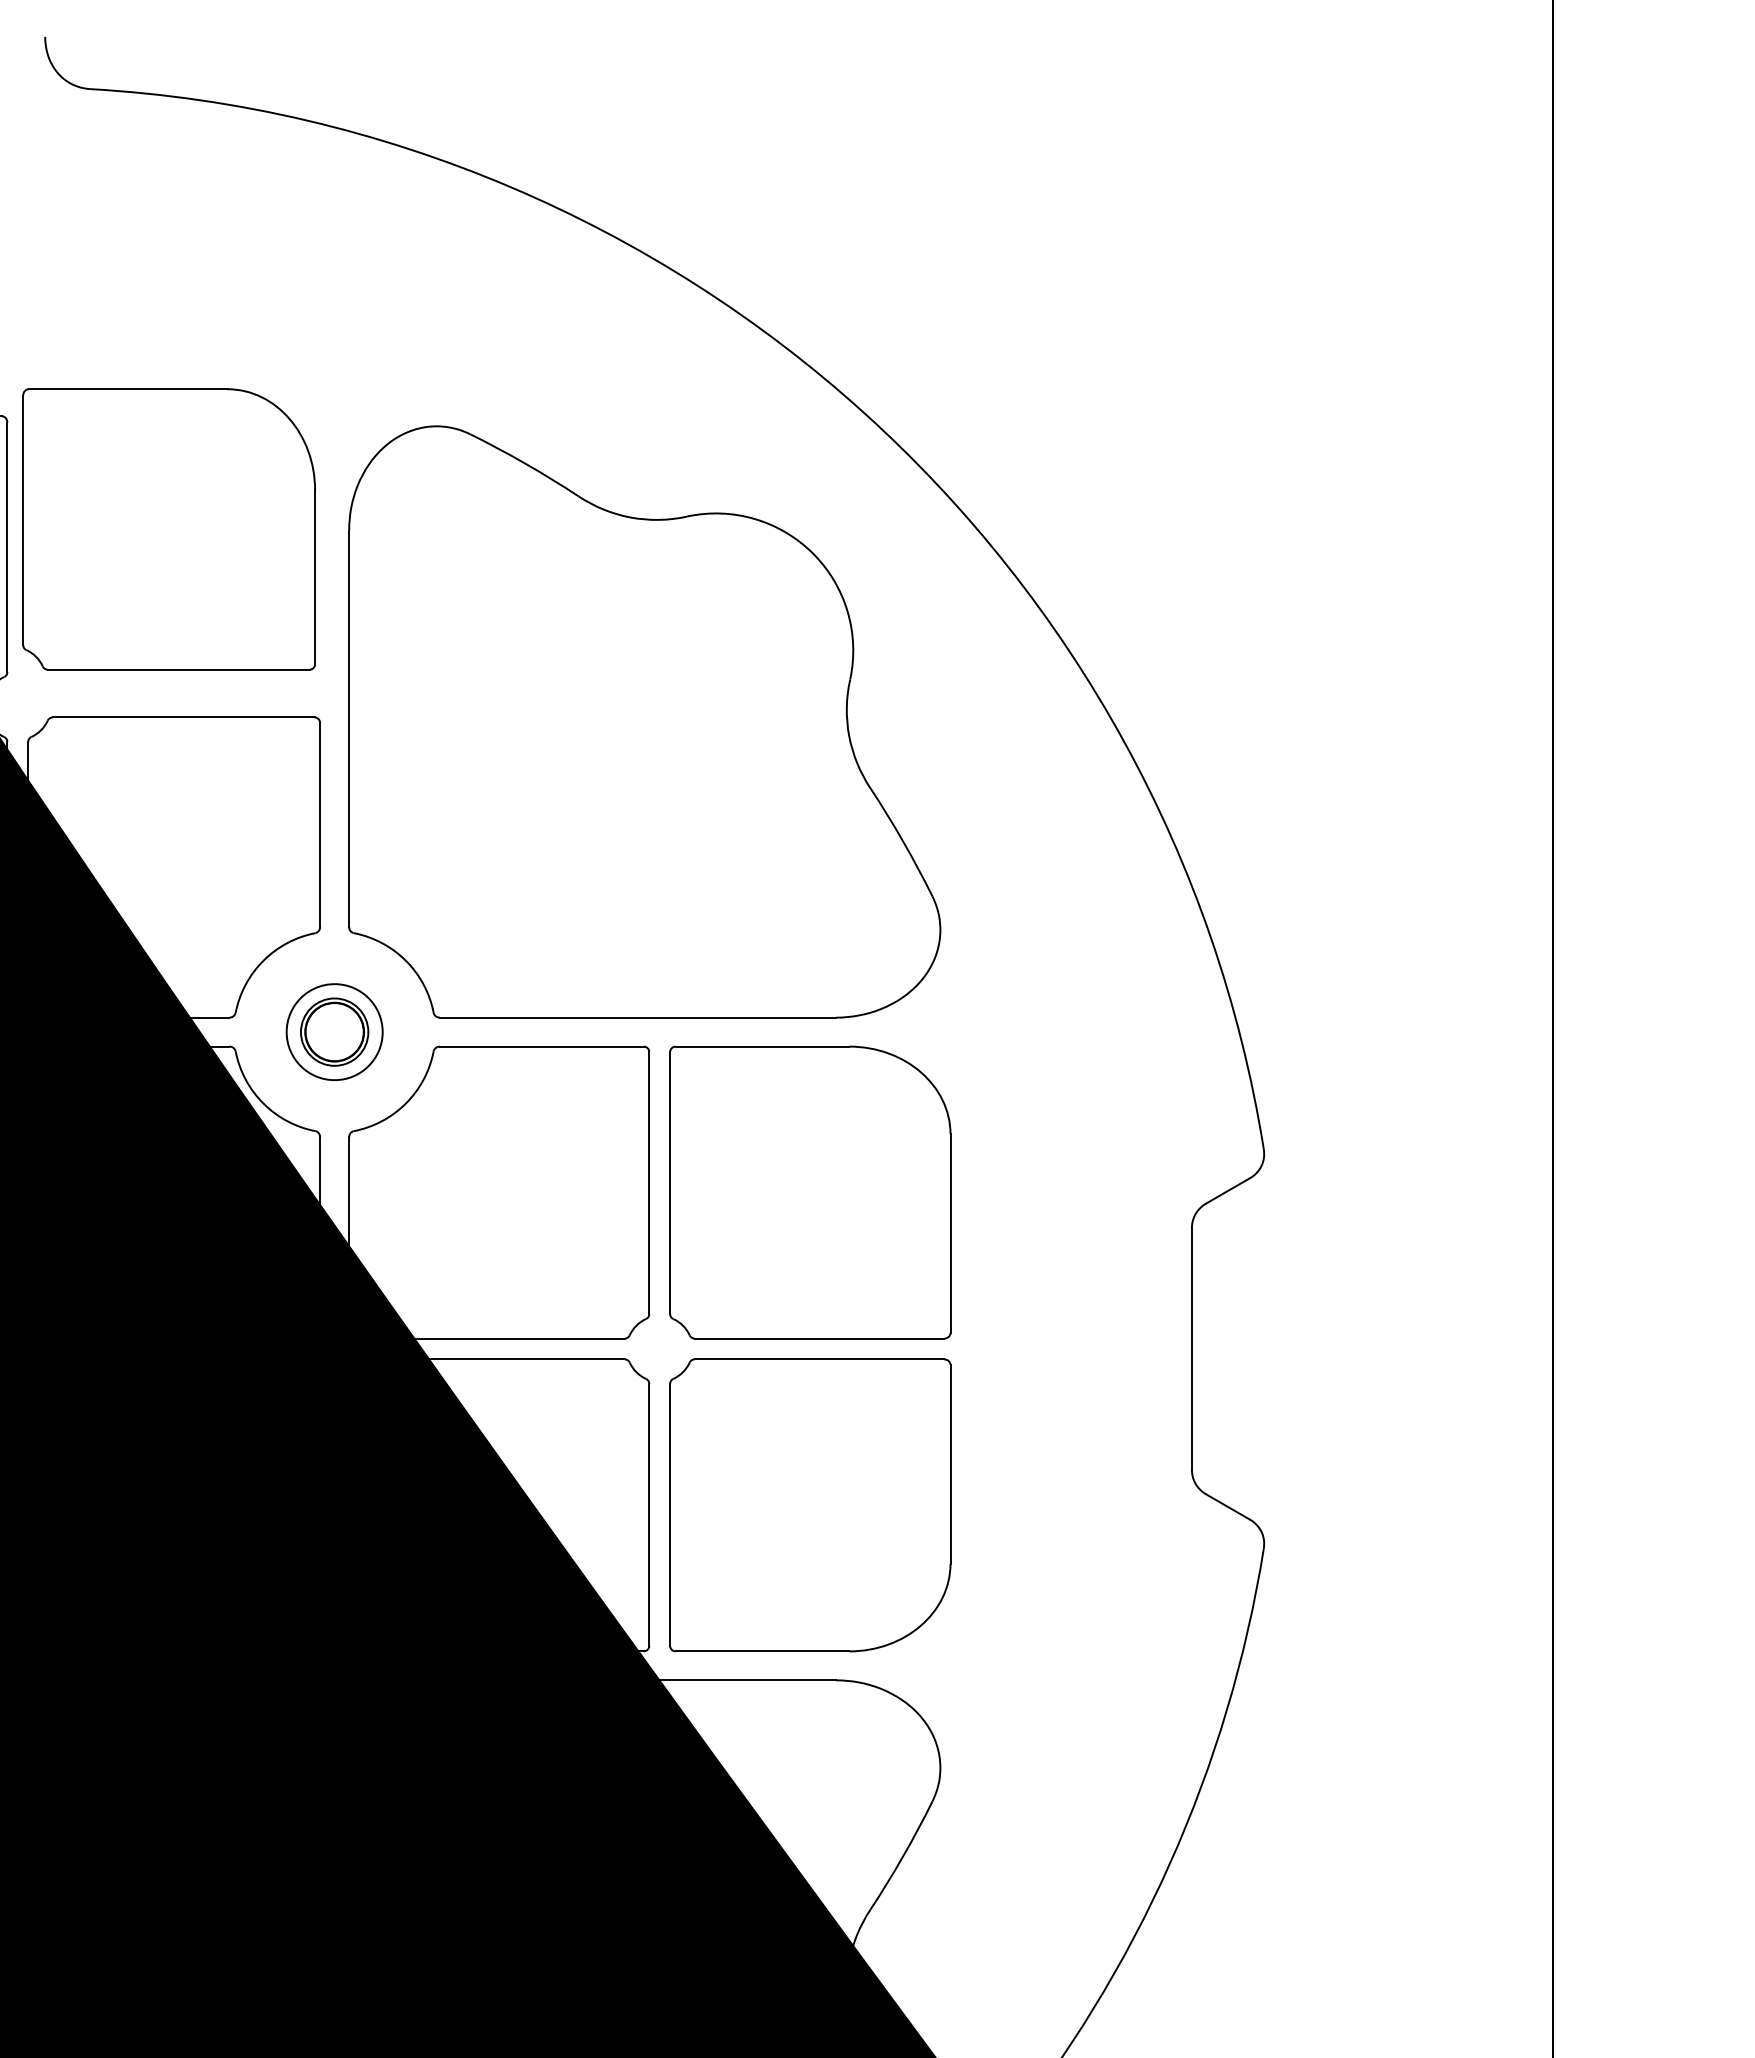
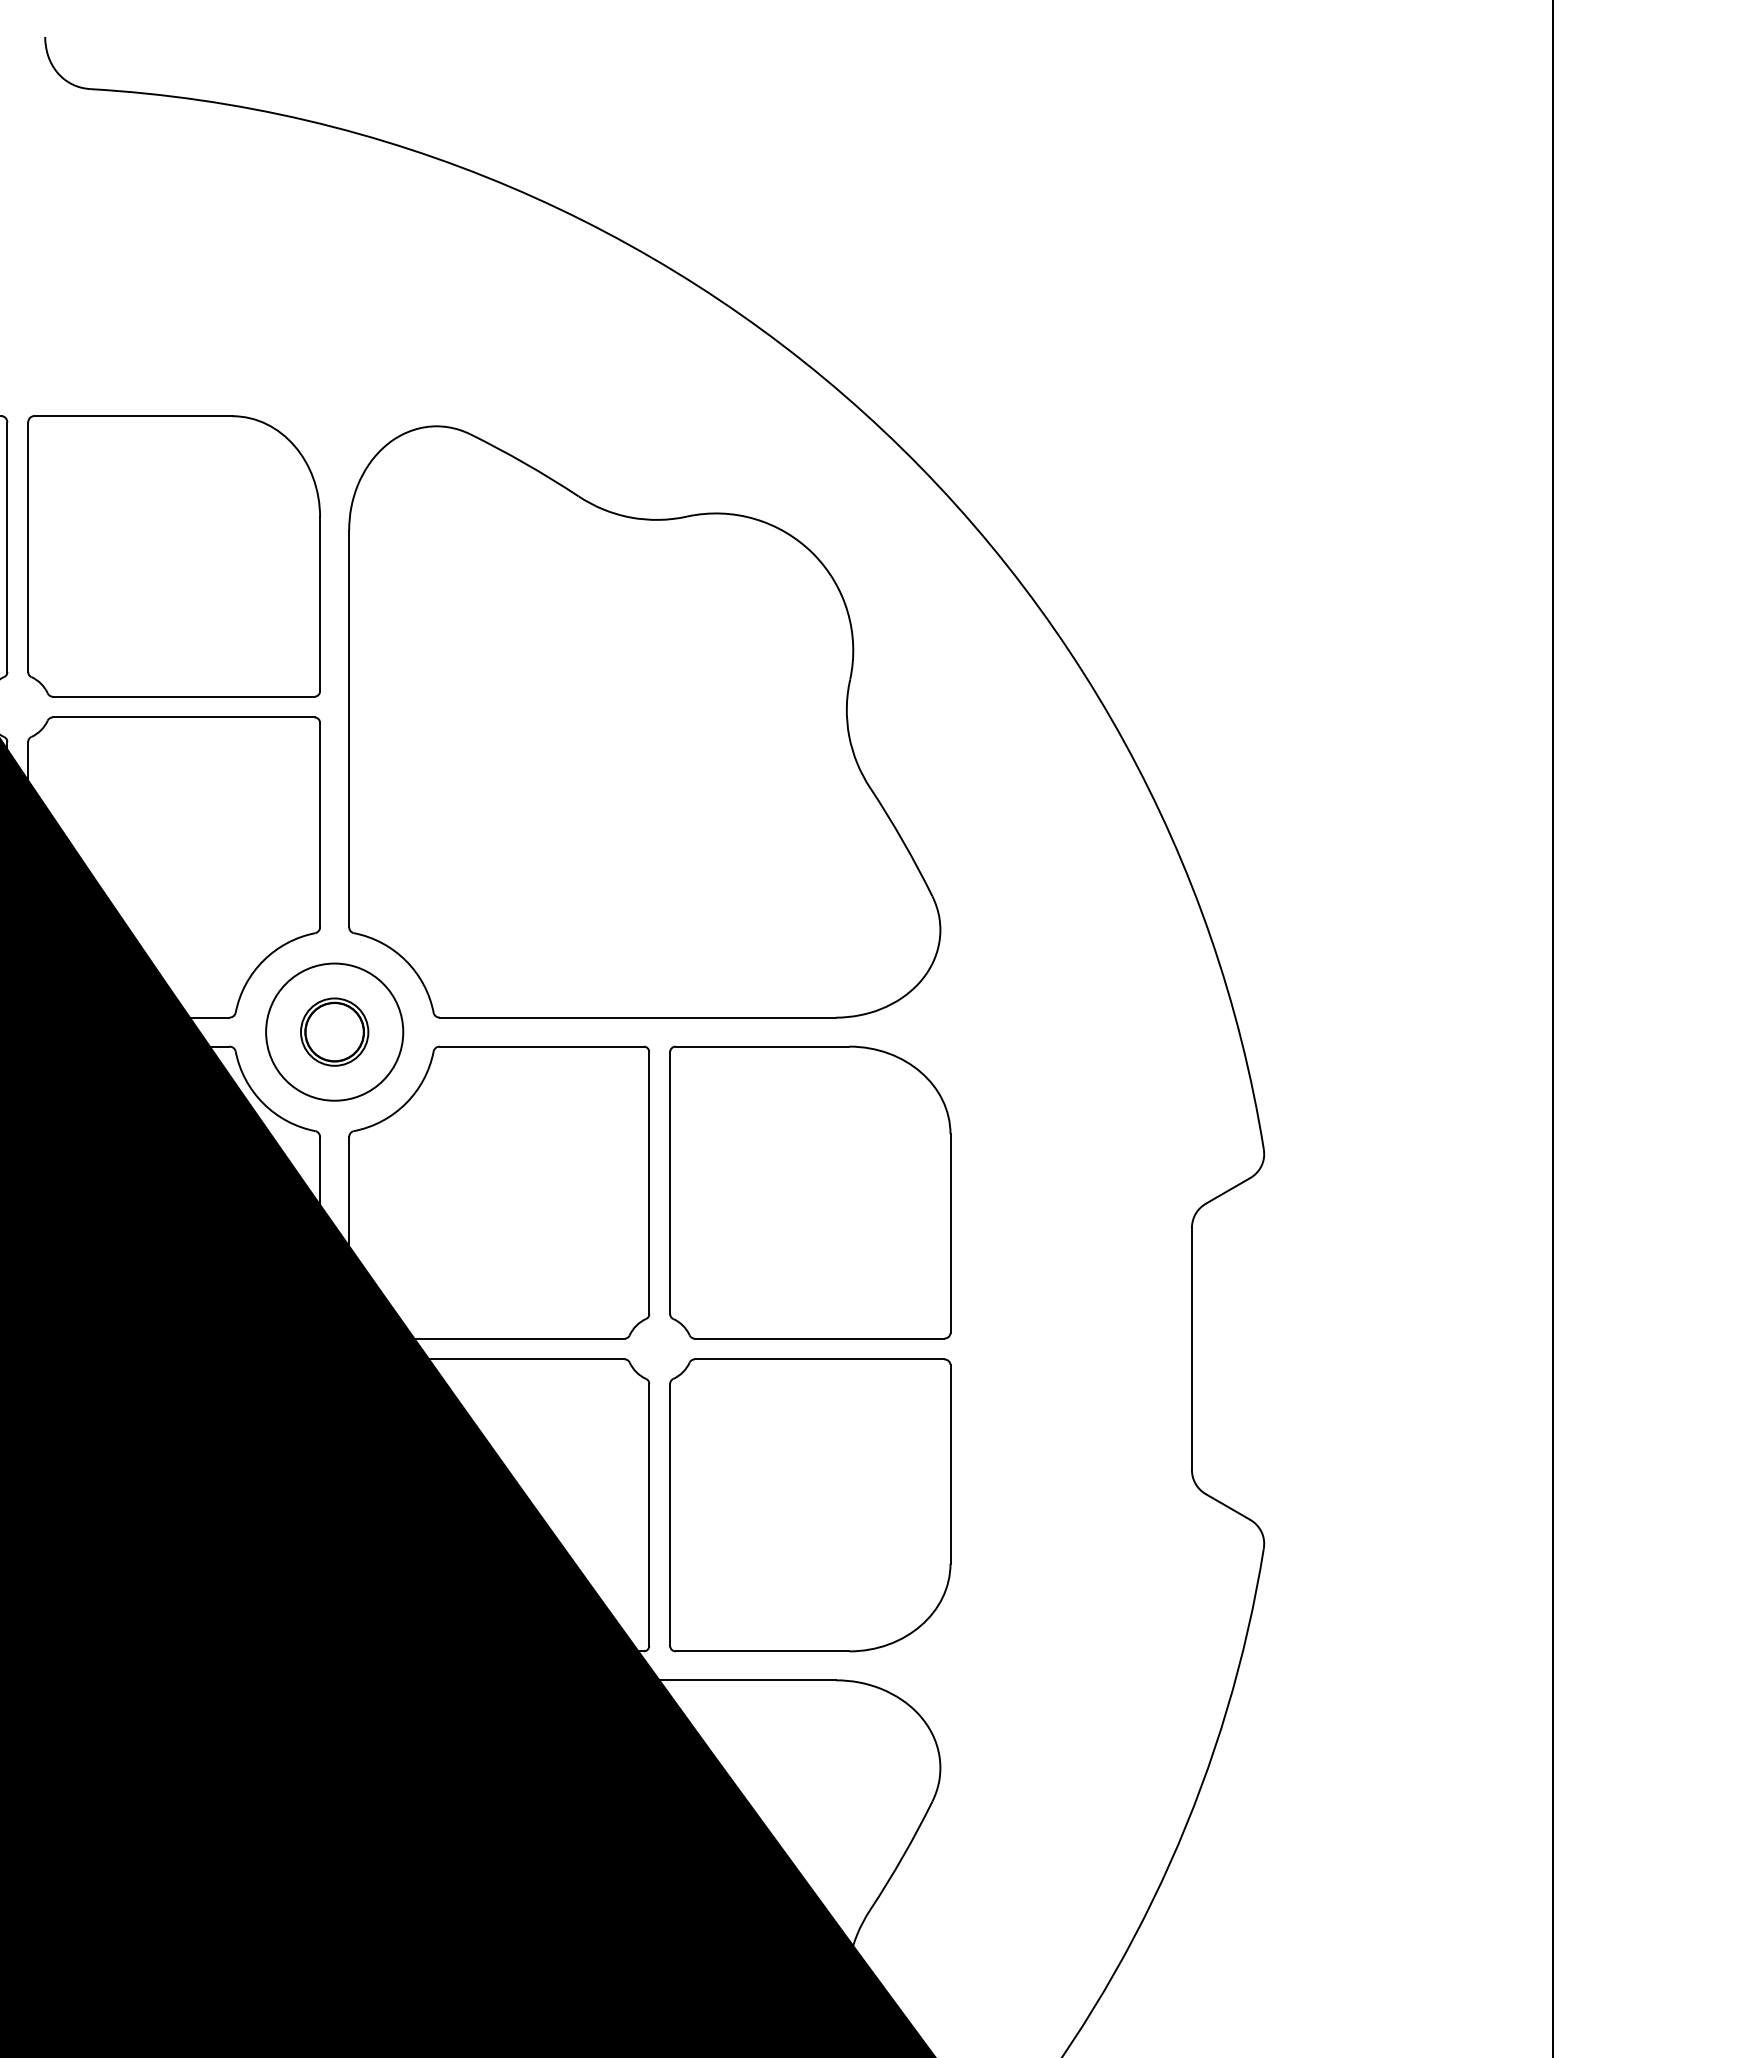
part at (168, 529) position: (168, 529) -> (173, 556)
circle at (334, 1032) diameter: 96 px -> 137 px
